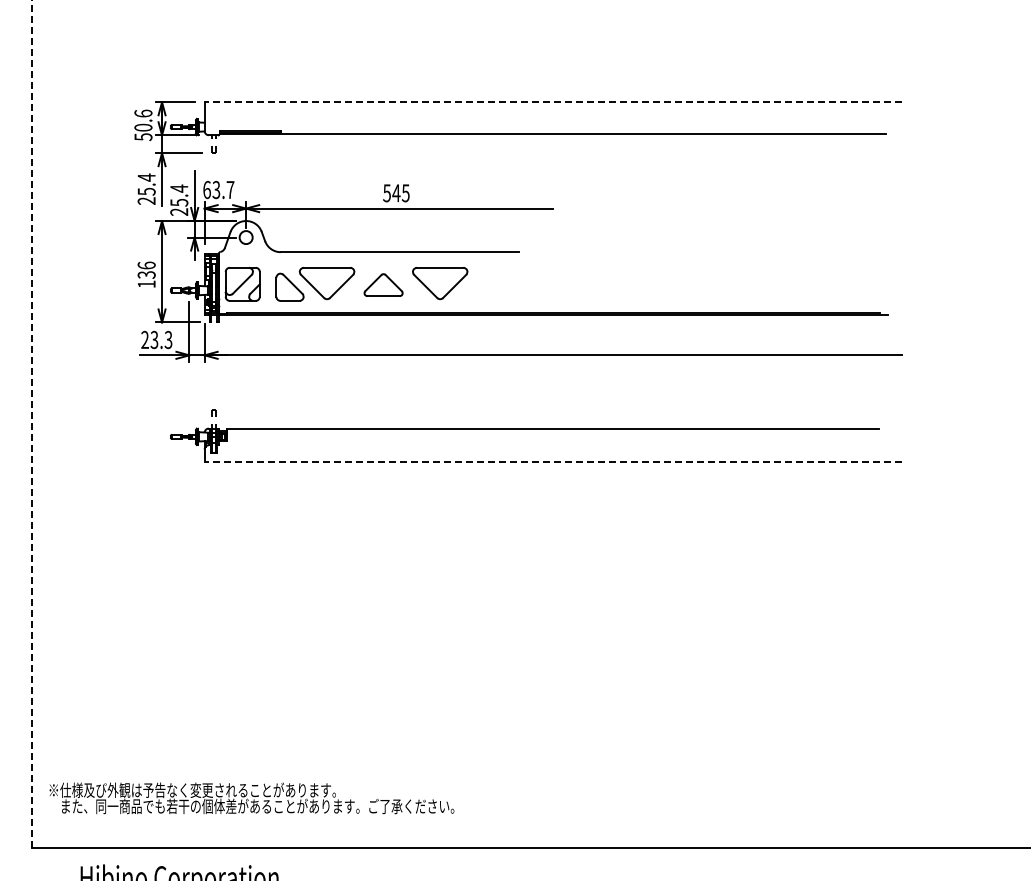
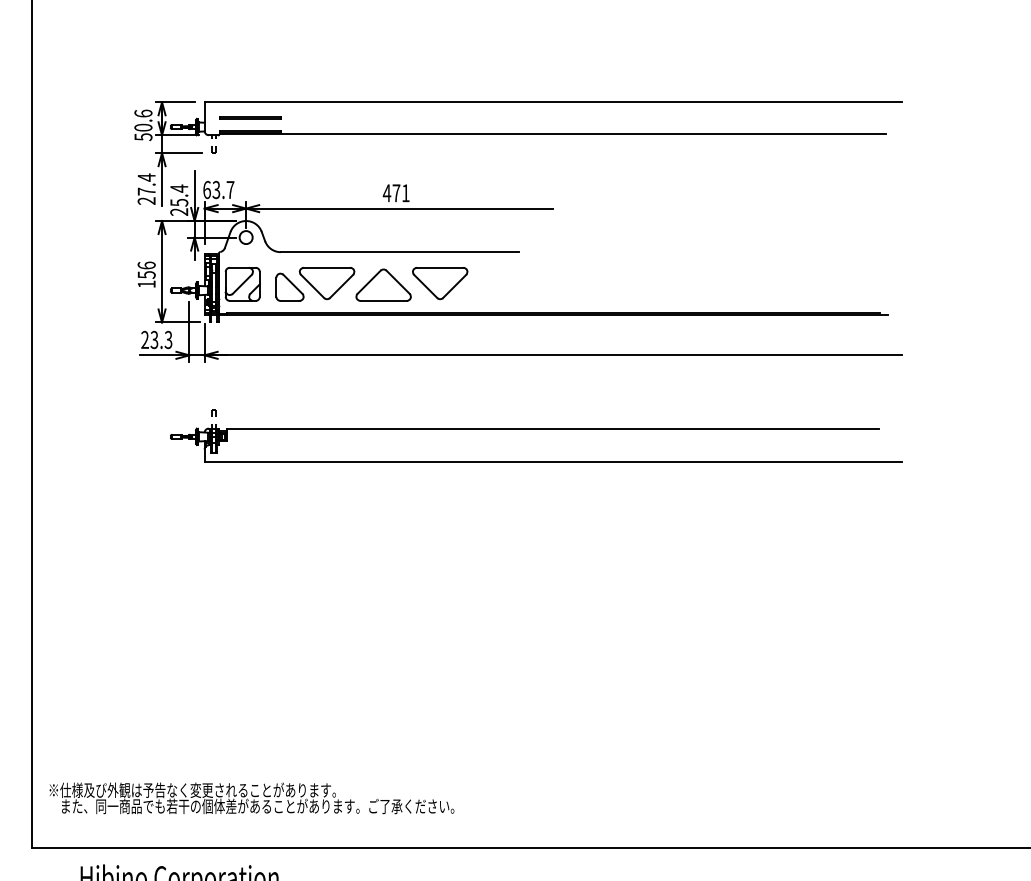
line at (553, 102): dashed -> solid
line at (250, 117): none -> present
text at (146, 191): 25.4 -> 27.4
text at (395, 193): 545 -> 471
text at (146, 274): 136 -> 156
part at (383, 284) size: 41x24 px -> 57x34 px
line at (31, 424): dashed -> solid
line at (553, 461): dashed -> solid
